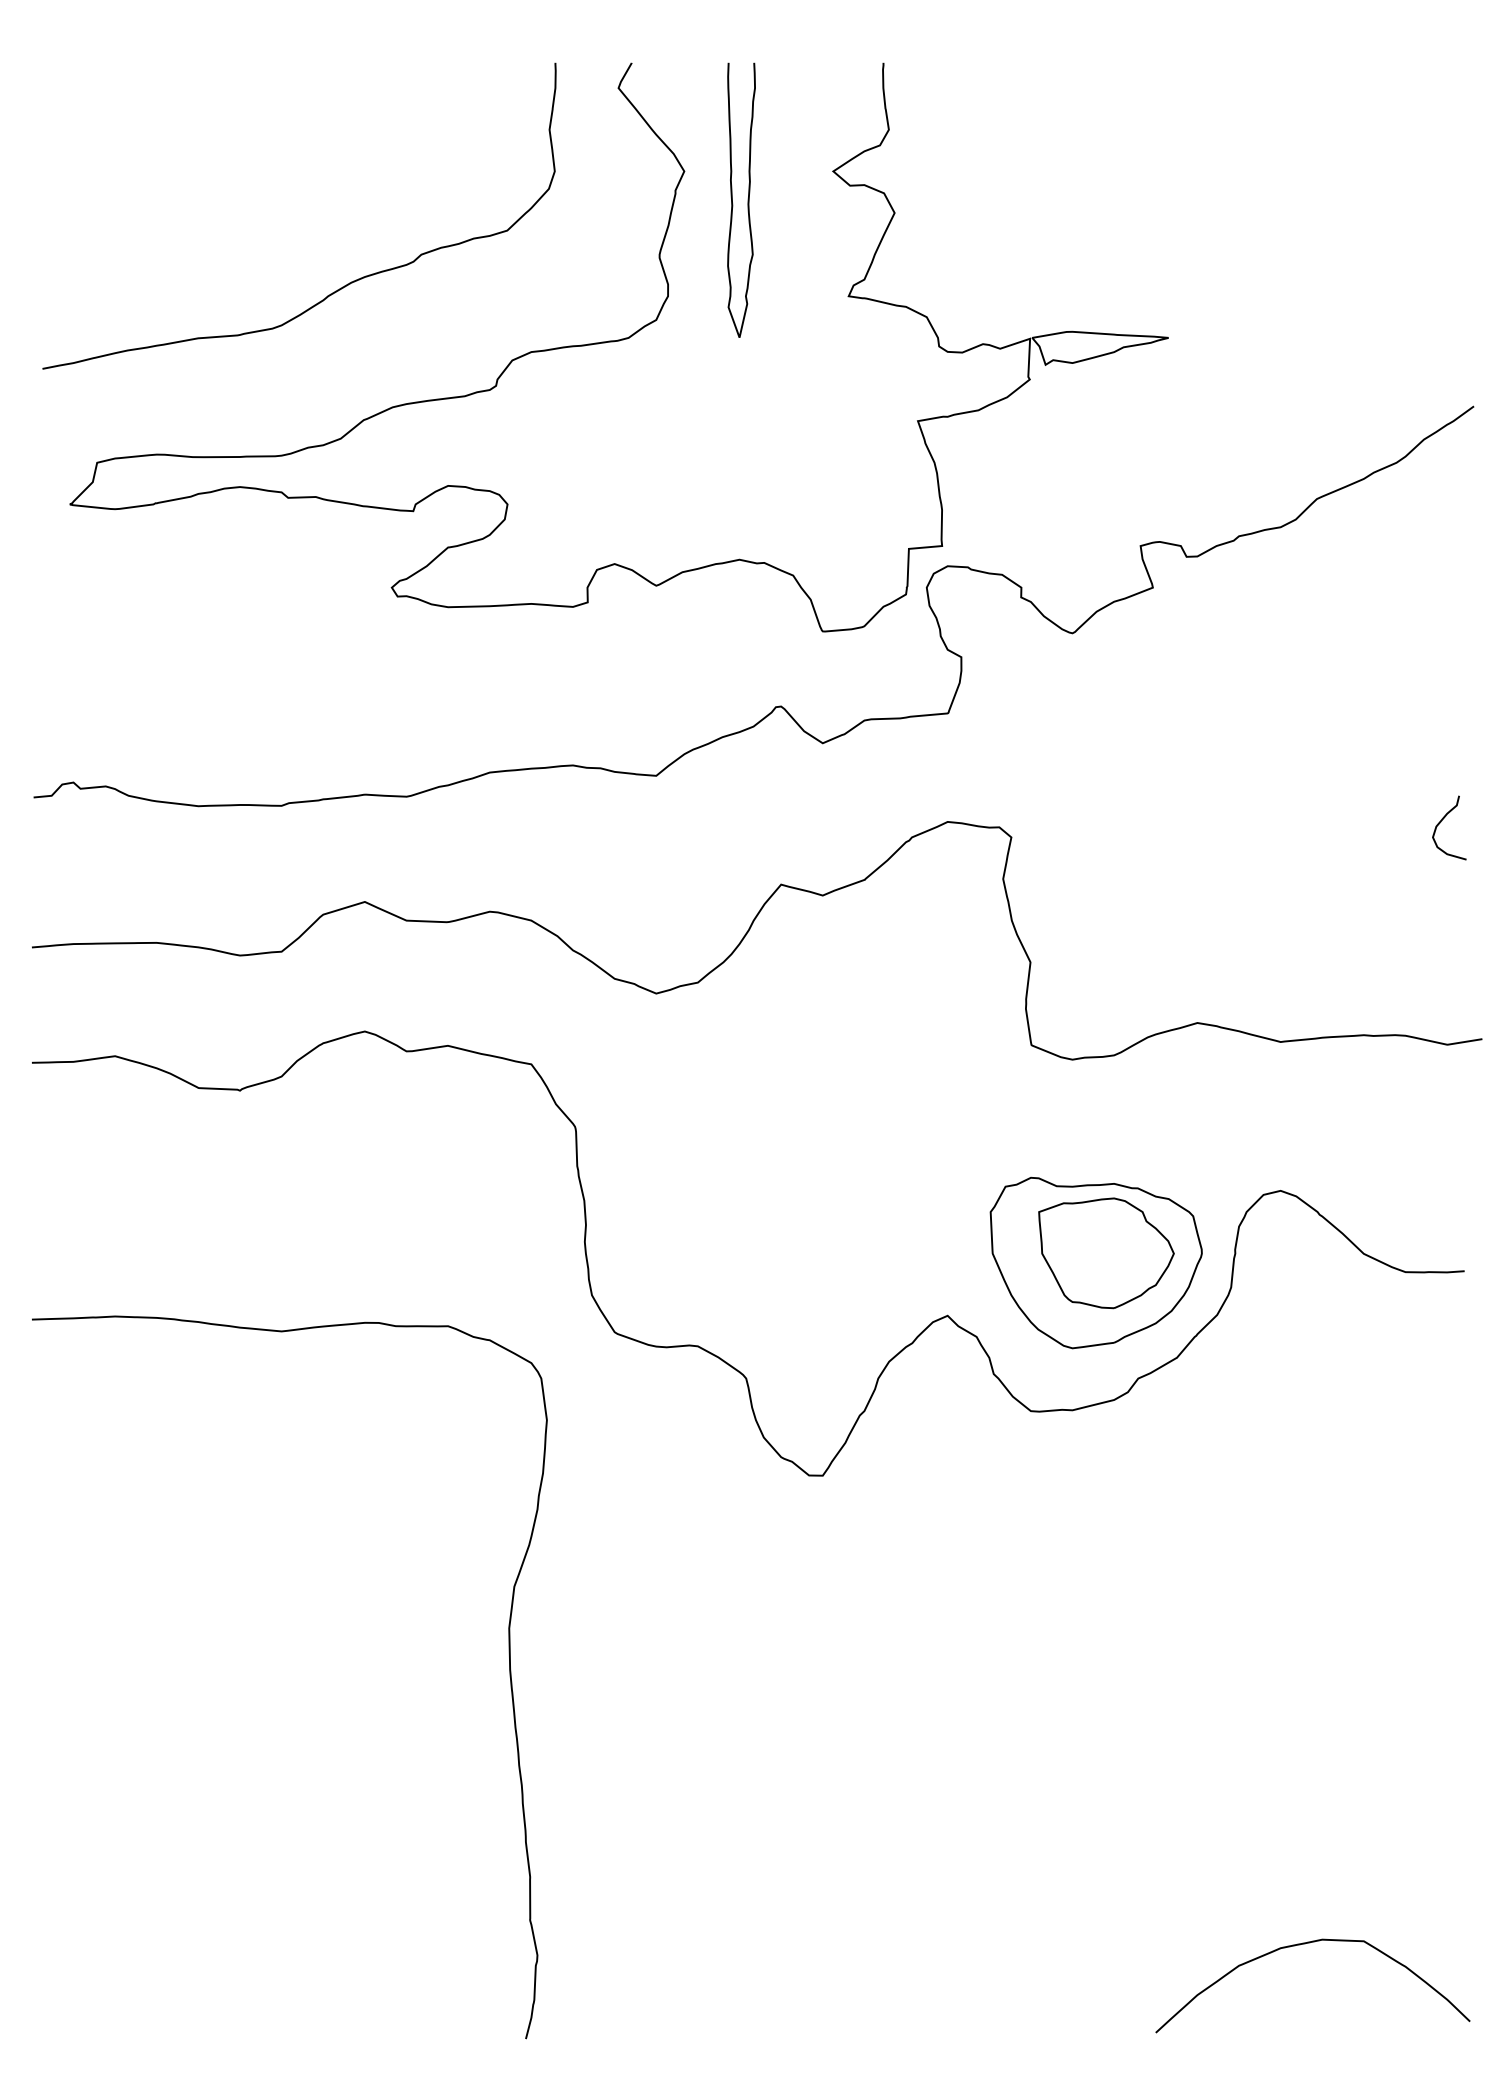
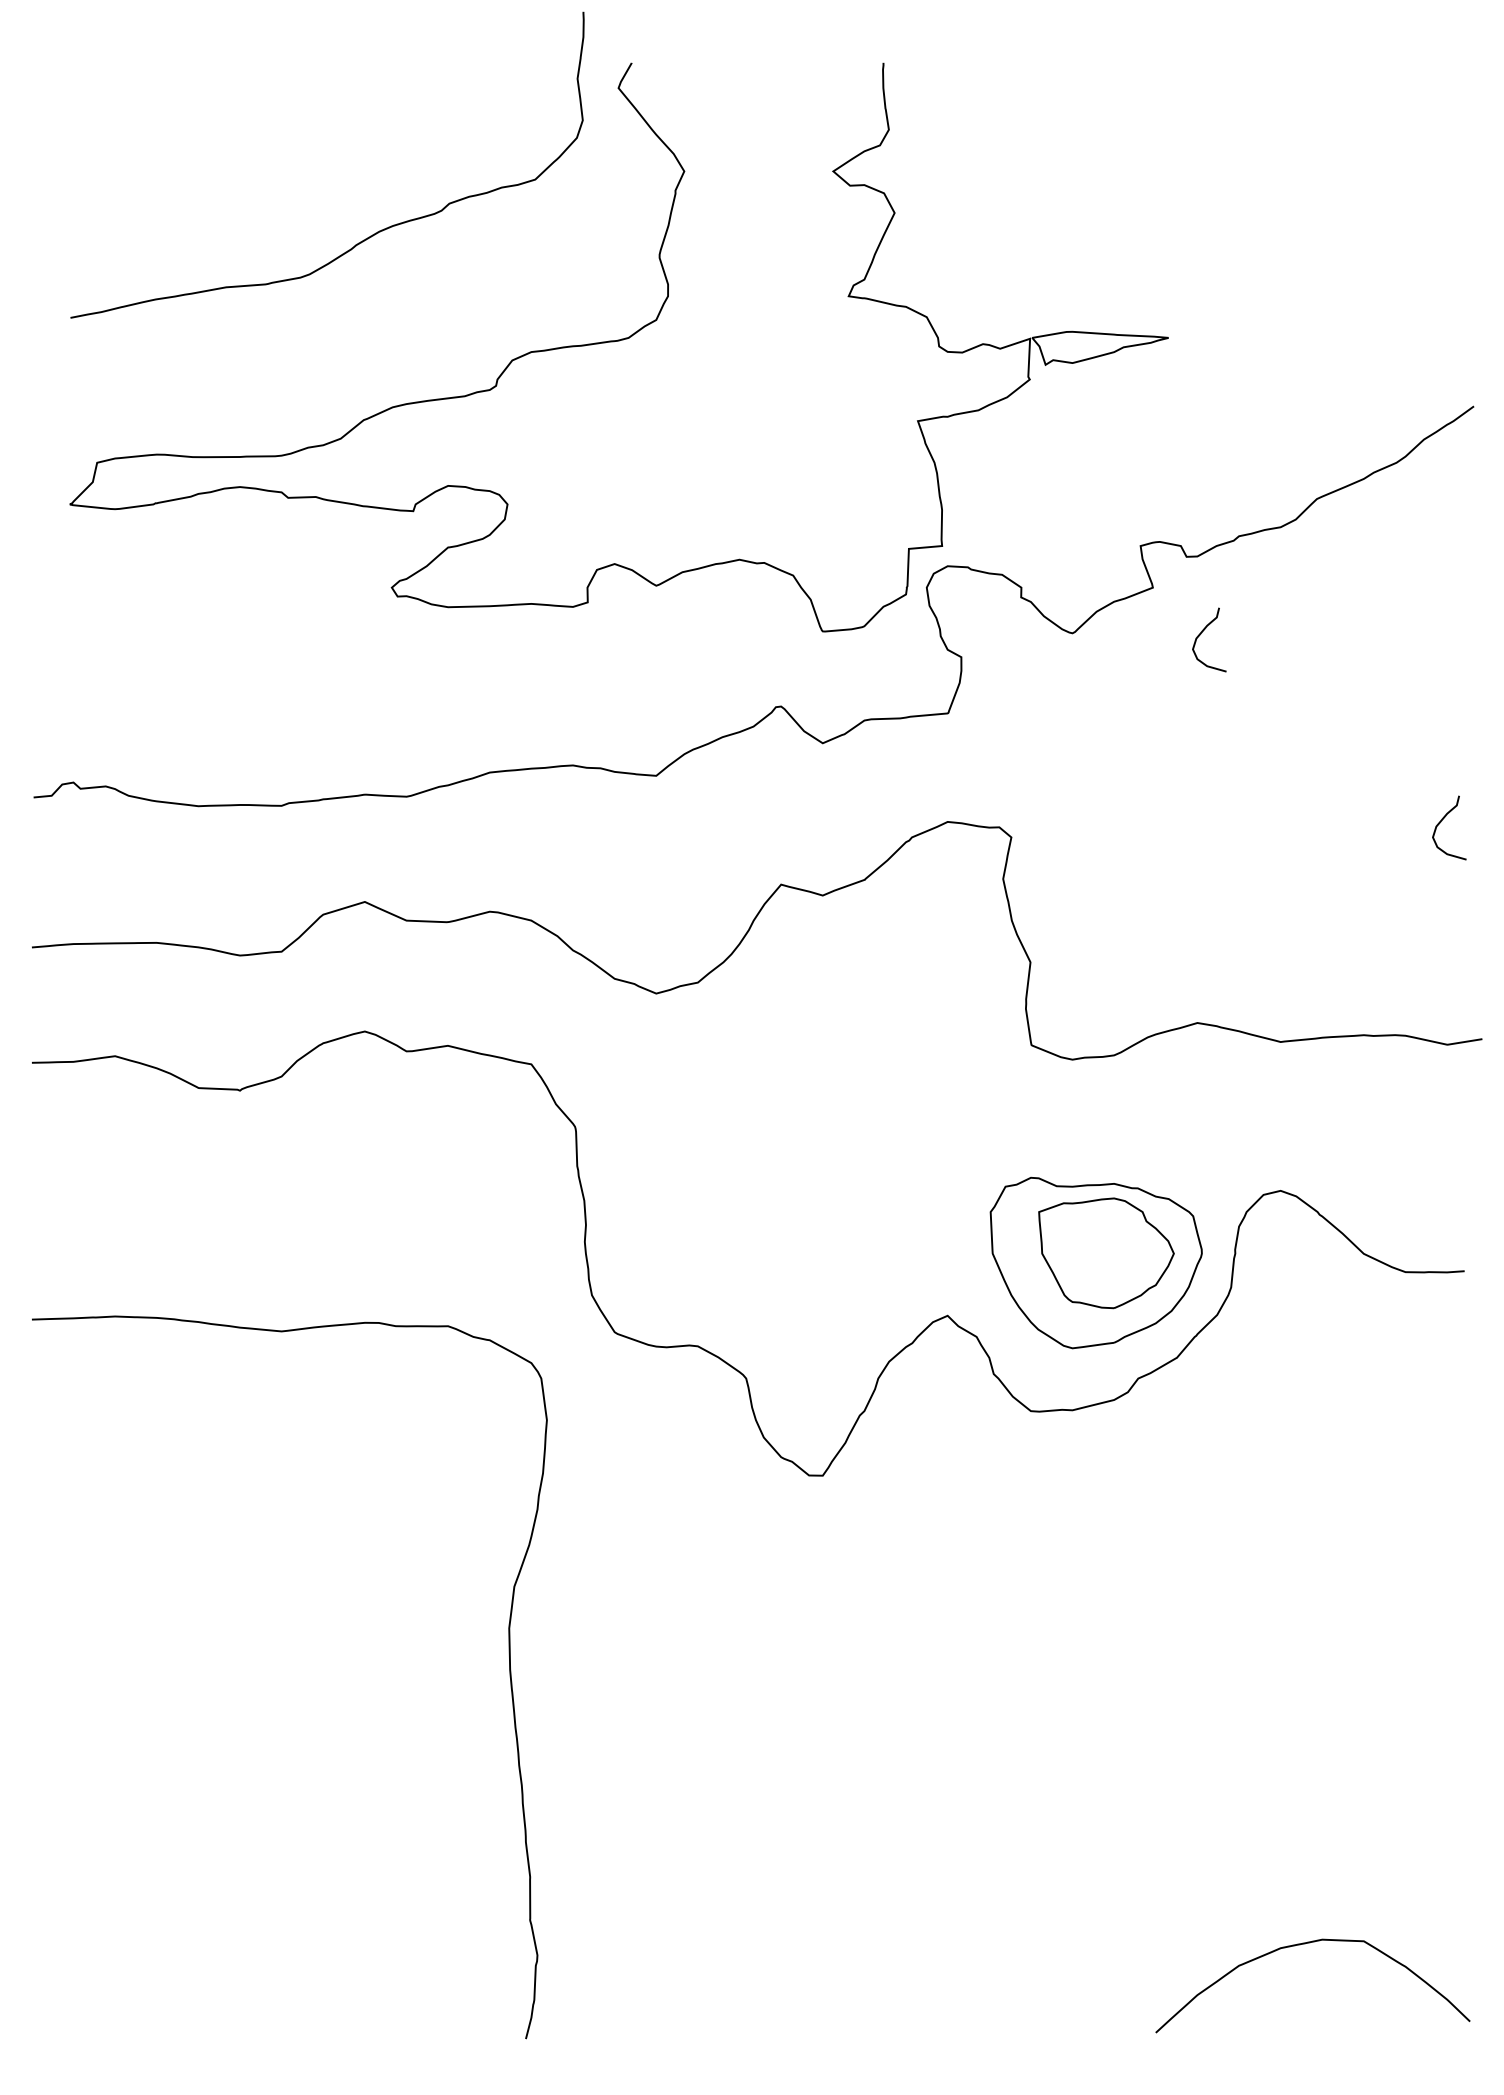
curve at (747, 199): present -> none
curve at (342, 286) position: (342, 286) -> (370, 235)
curve at (1201, 634): none -> present
